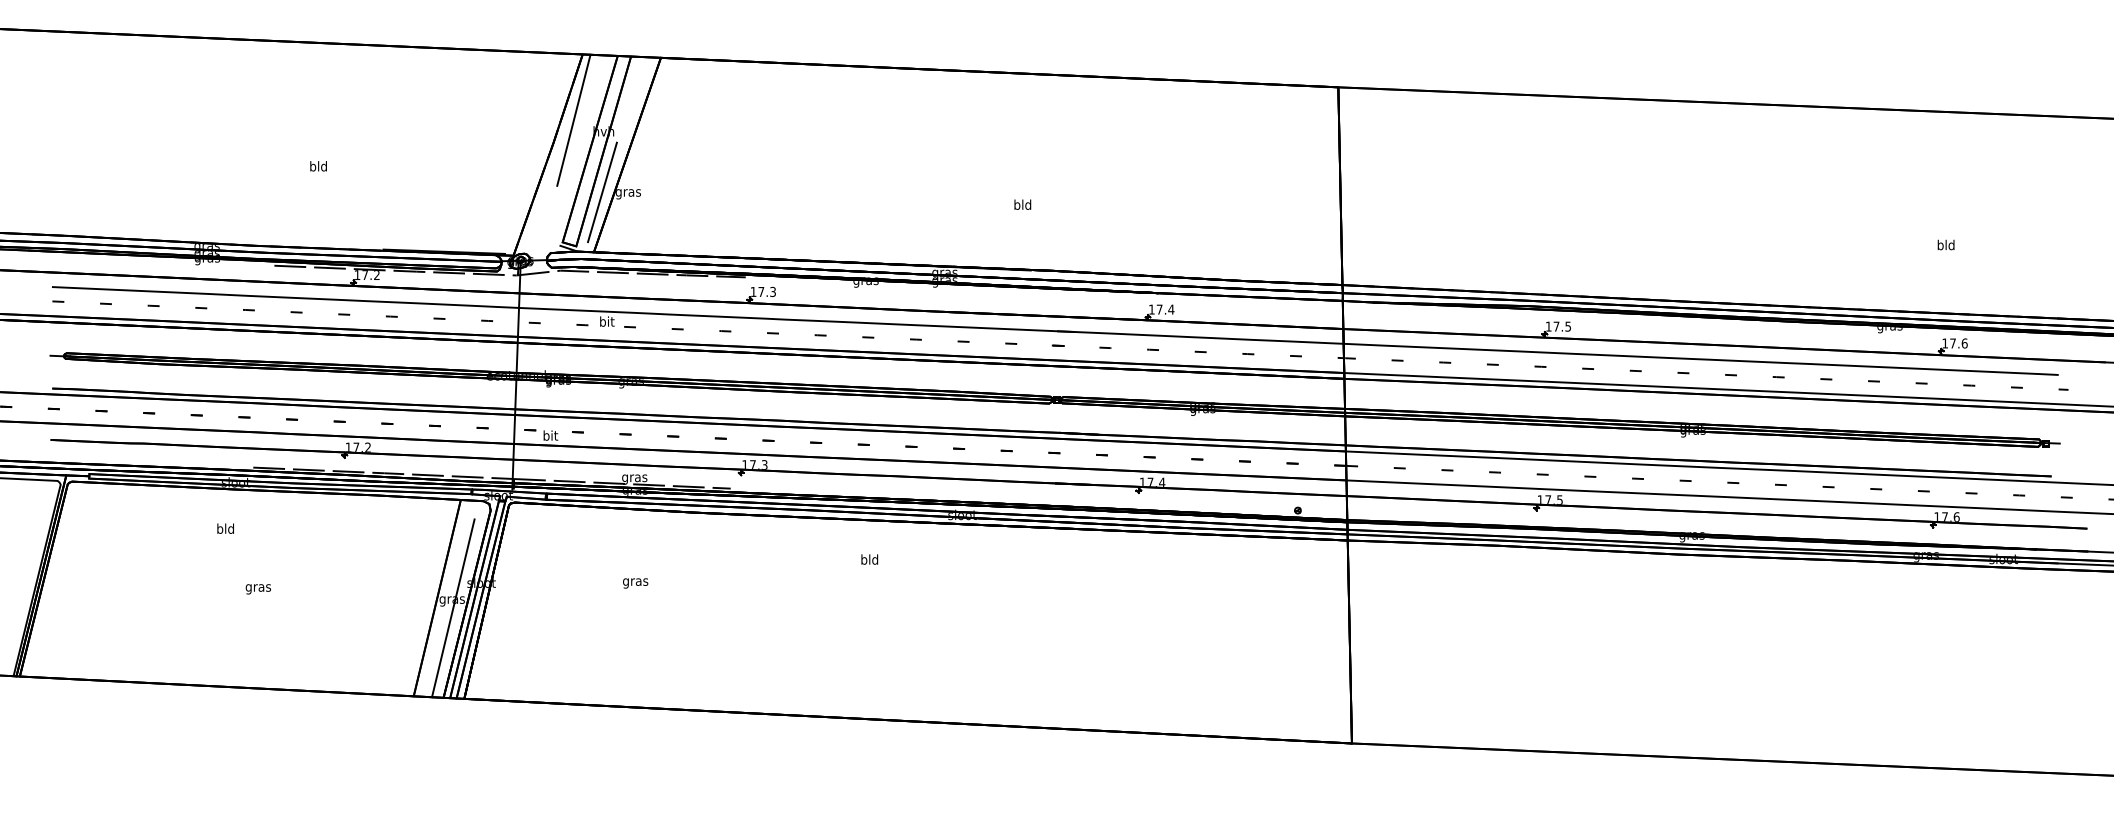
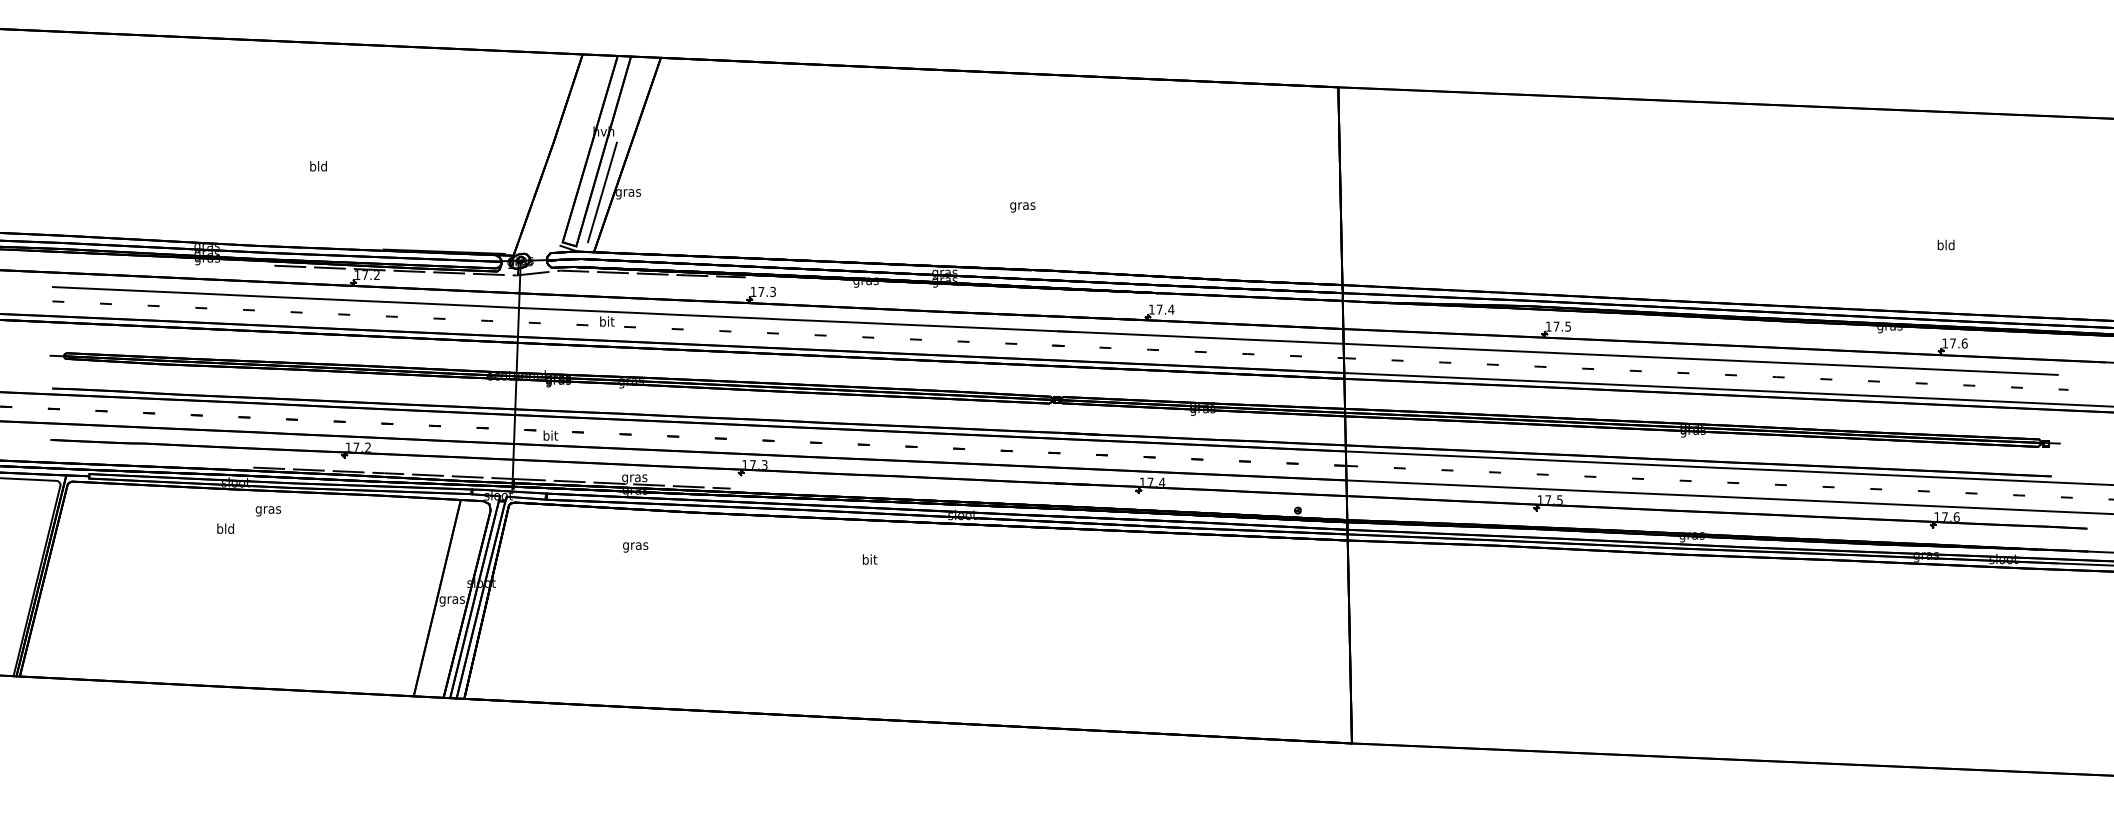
line at (573, 119): present -> none
text at (1022, 205): bld -> gras
text at (869, 559): bld -> bit
text at (635, 583) position: (635, 583) -> (635, 547)
text at (257, 589) position: (257, 589) -> (267, 511)
line at (453, 608): present -> none
